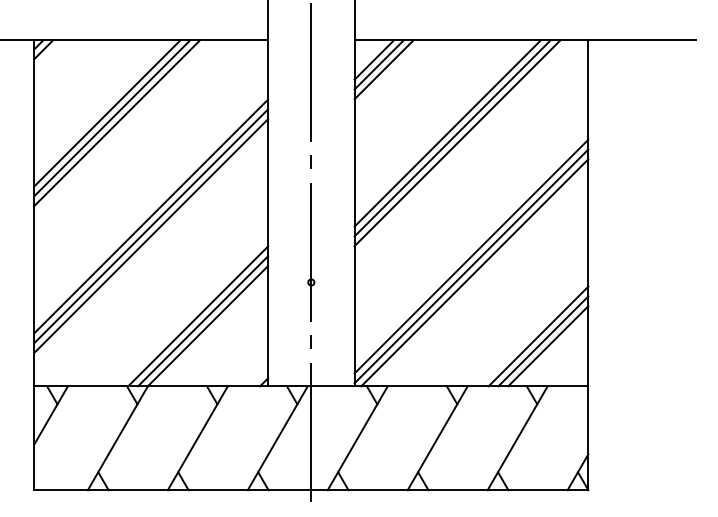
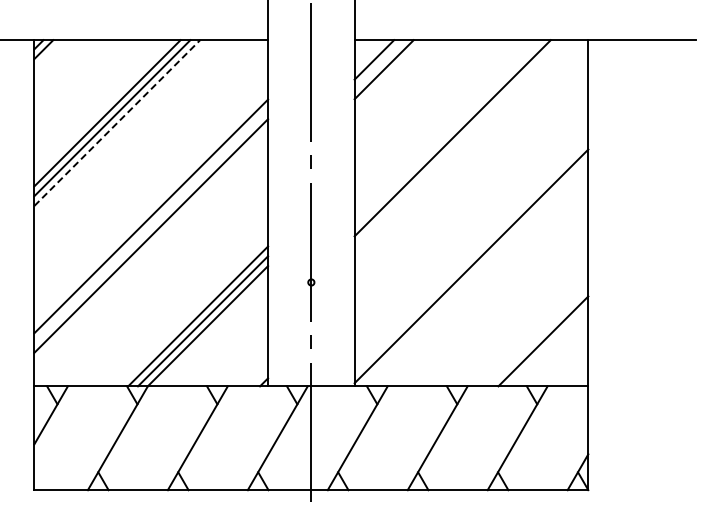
line at (378, 64): present -> none
line at (117, 122): solid -> dashed
line at (447, 133): present -> none
line at (457, 143): present -> none
line at (151, 226): present -> none
line at (471, 256): present -> none
line at (474, 272): present -> none
line at (538, 336): present -> none
line at (548, 346): present -> none
